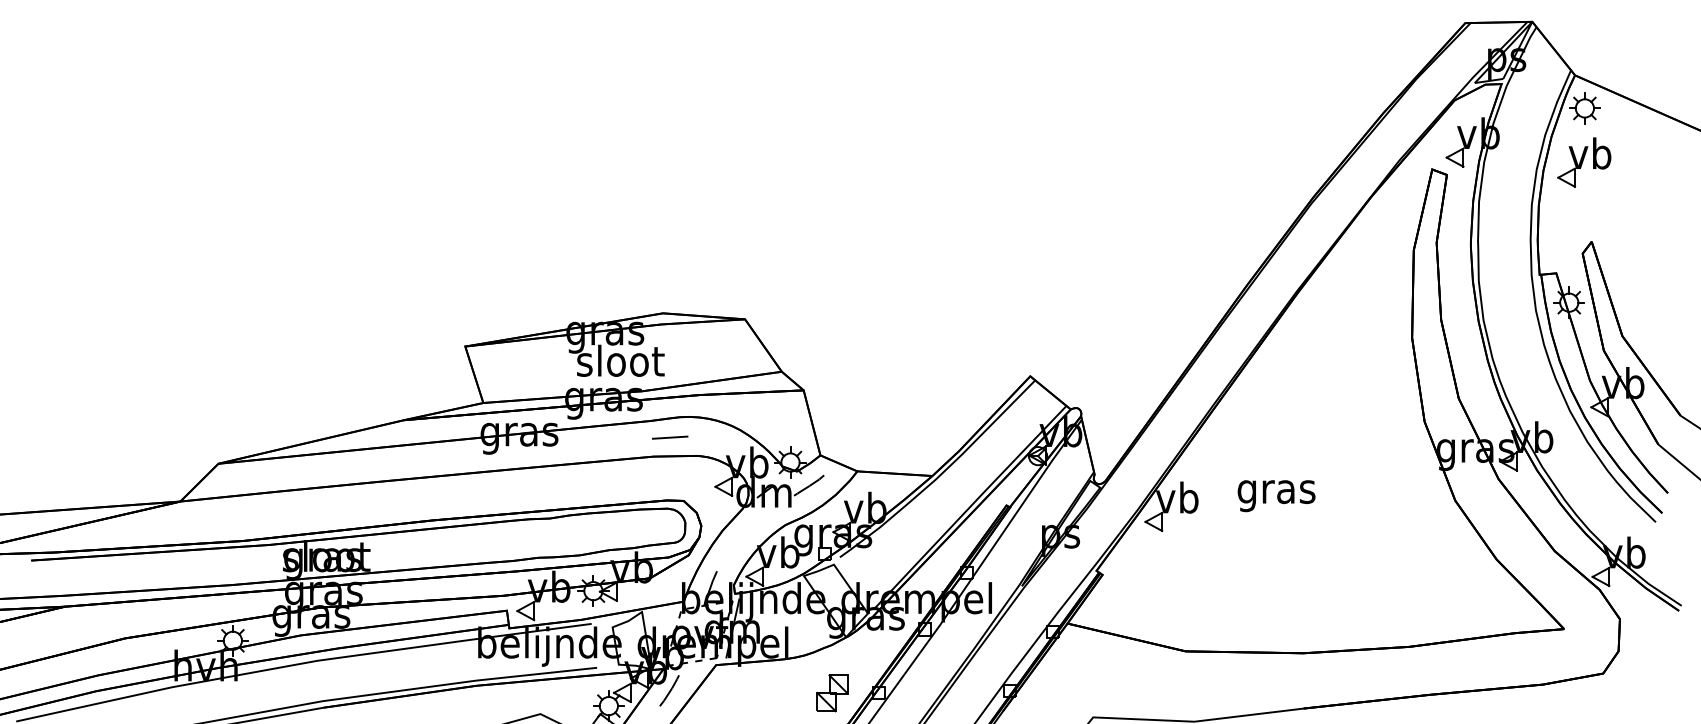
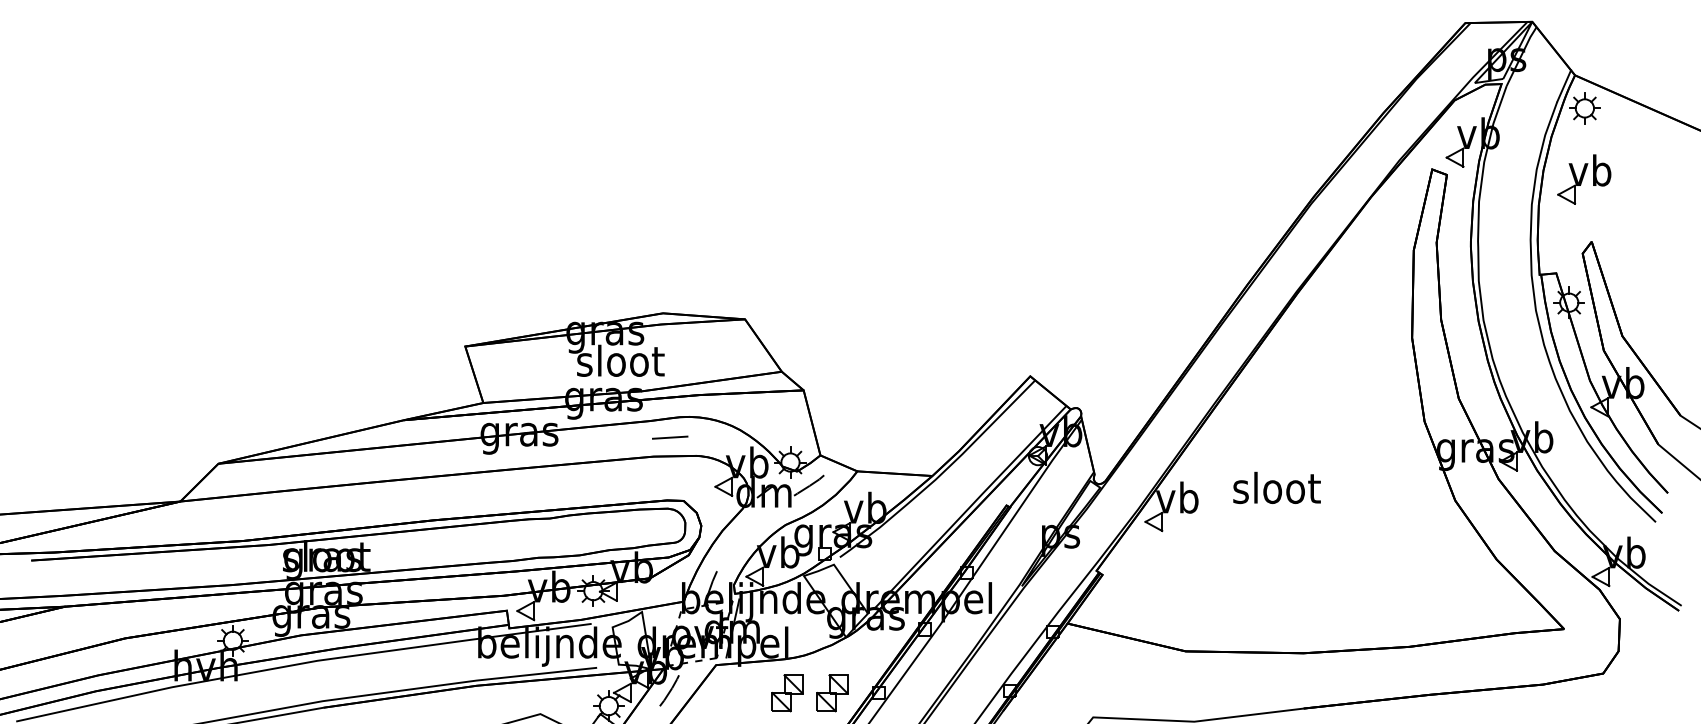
part at (1584, 162) position: (1584, 162) -> (1584, 179)
text at (1276, 491): gras -> sloot
part at (787, 693): none -> present
